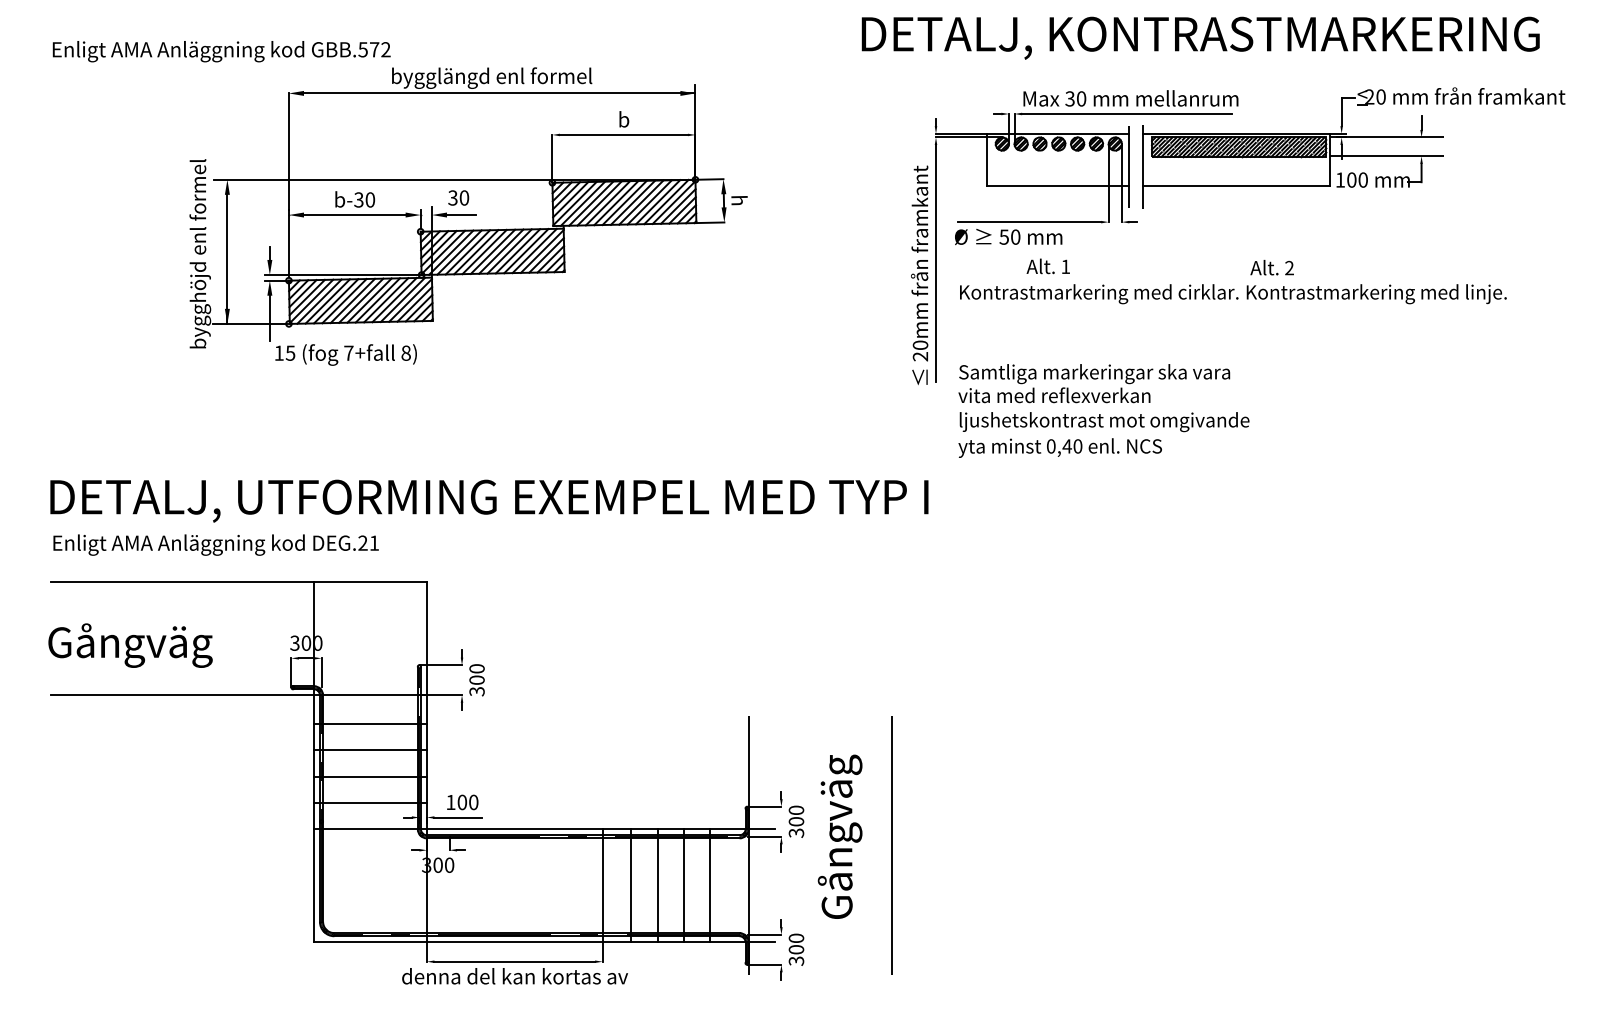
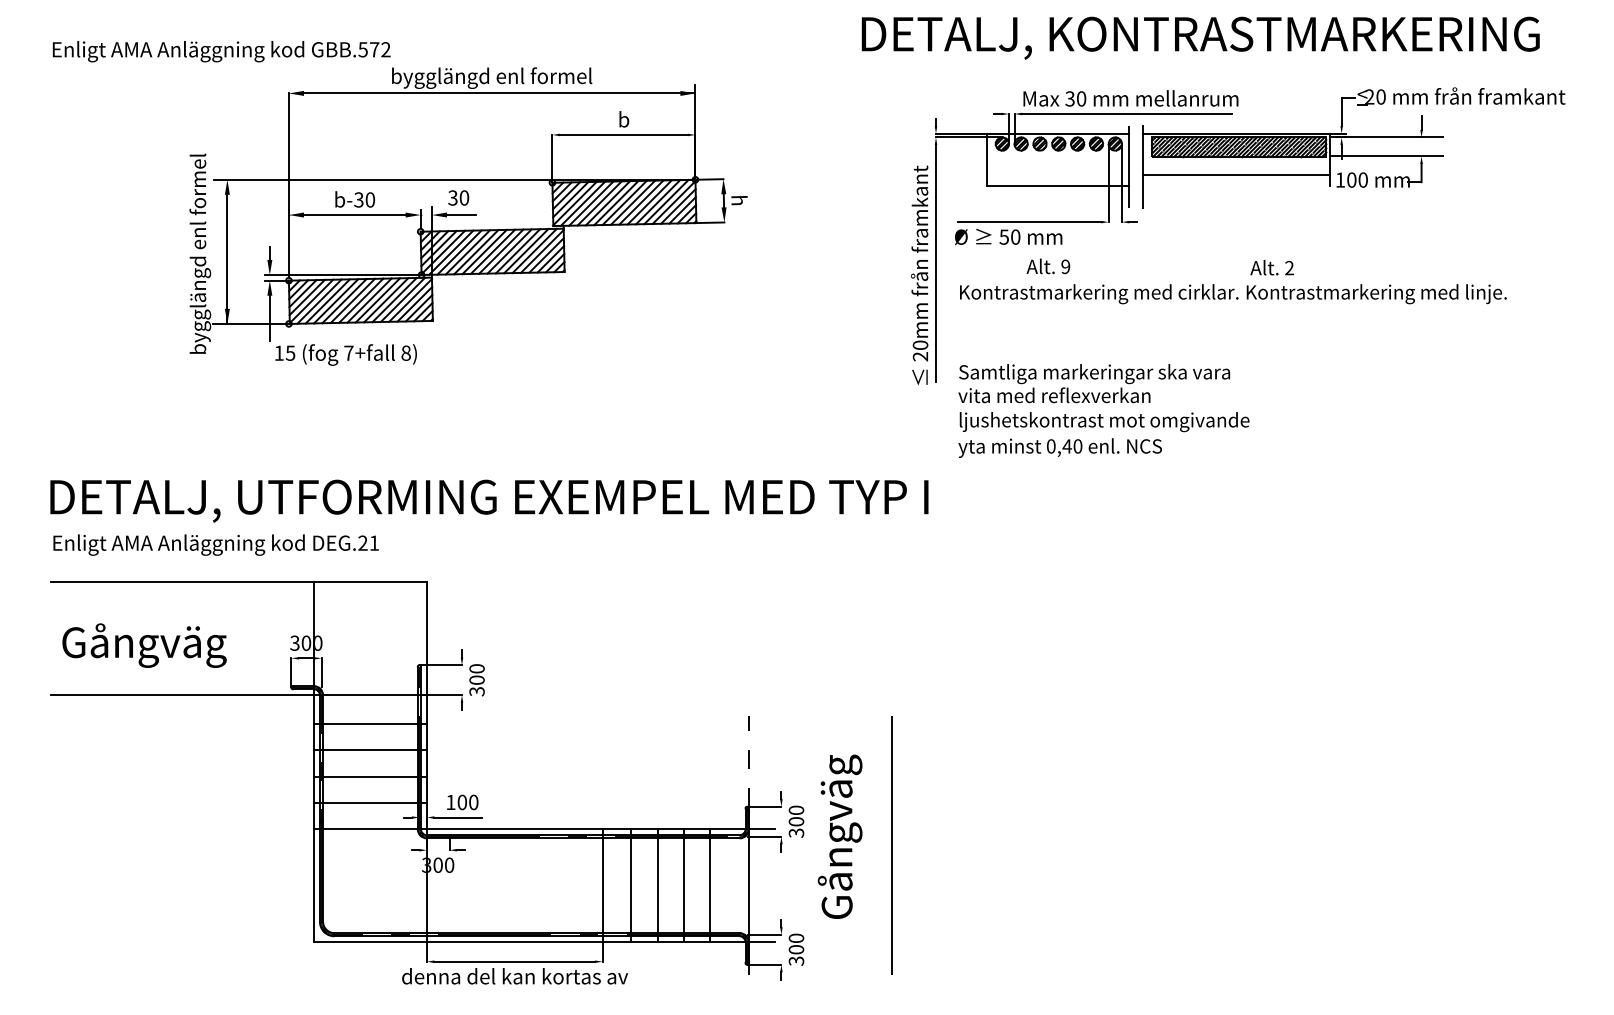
line at (1236, 186) position: (1236, 186) -> (1236, 175)
text at (200, 253): bygghöjd enl formel -> bygglängd enl formel
text at (1065, 266): 1 -> 9
text at (130, 645) position: (130, 645) -> (144, 645)
line at (748, 761): solid -> dashed
